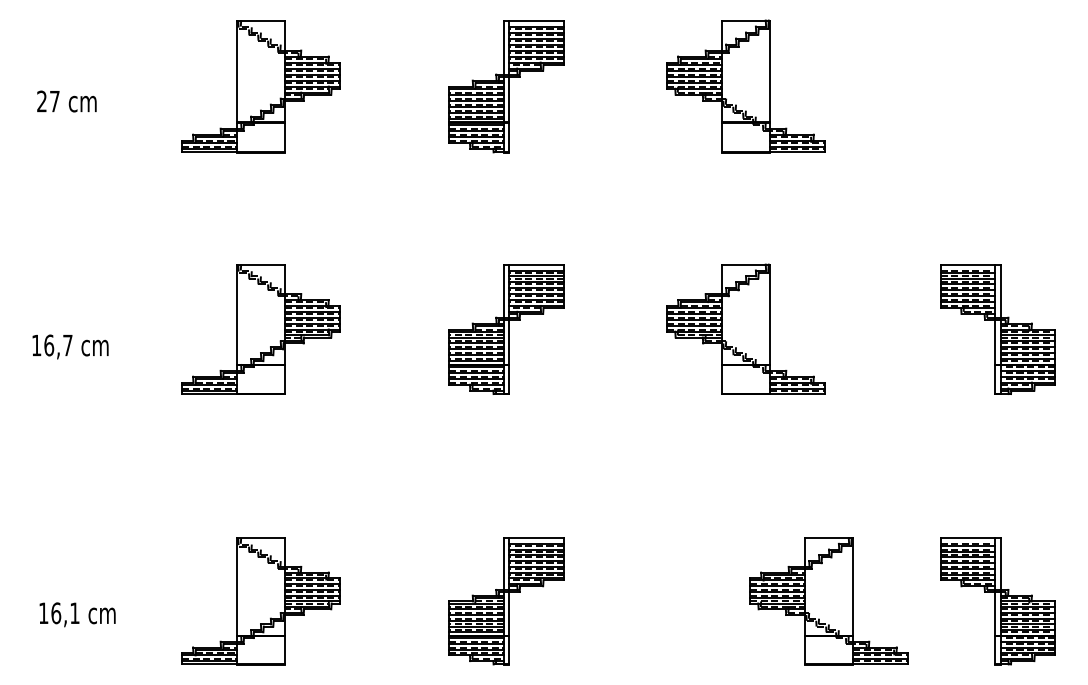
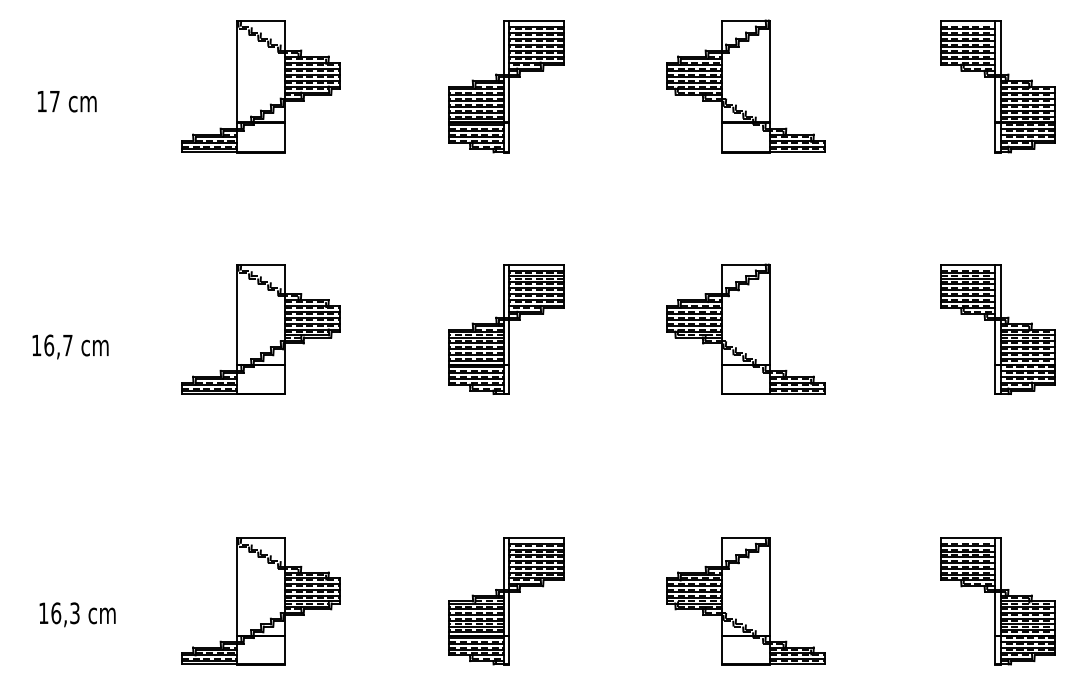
part at (997, 86): none -> present
text at (41, 101): 27 -> 17
part at (828, 601) position: (828, 601) -> (745, 601)
text at (74, 613): 16,1 -> 16,3
